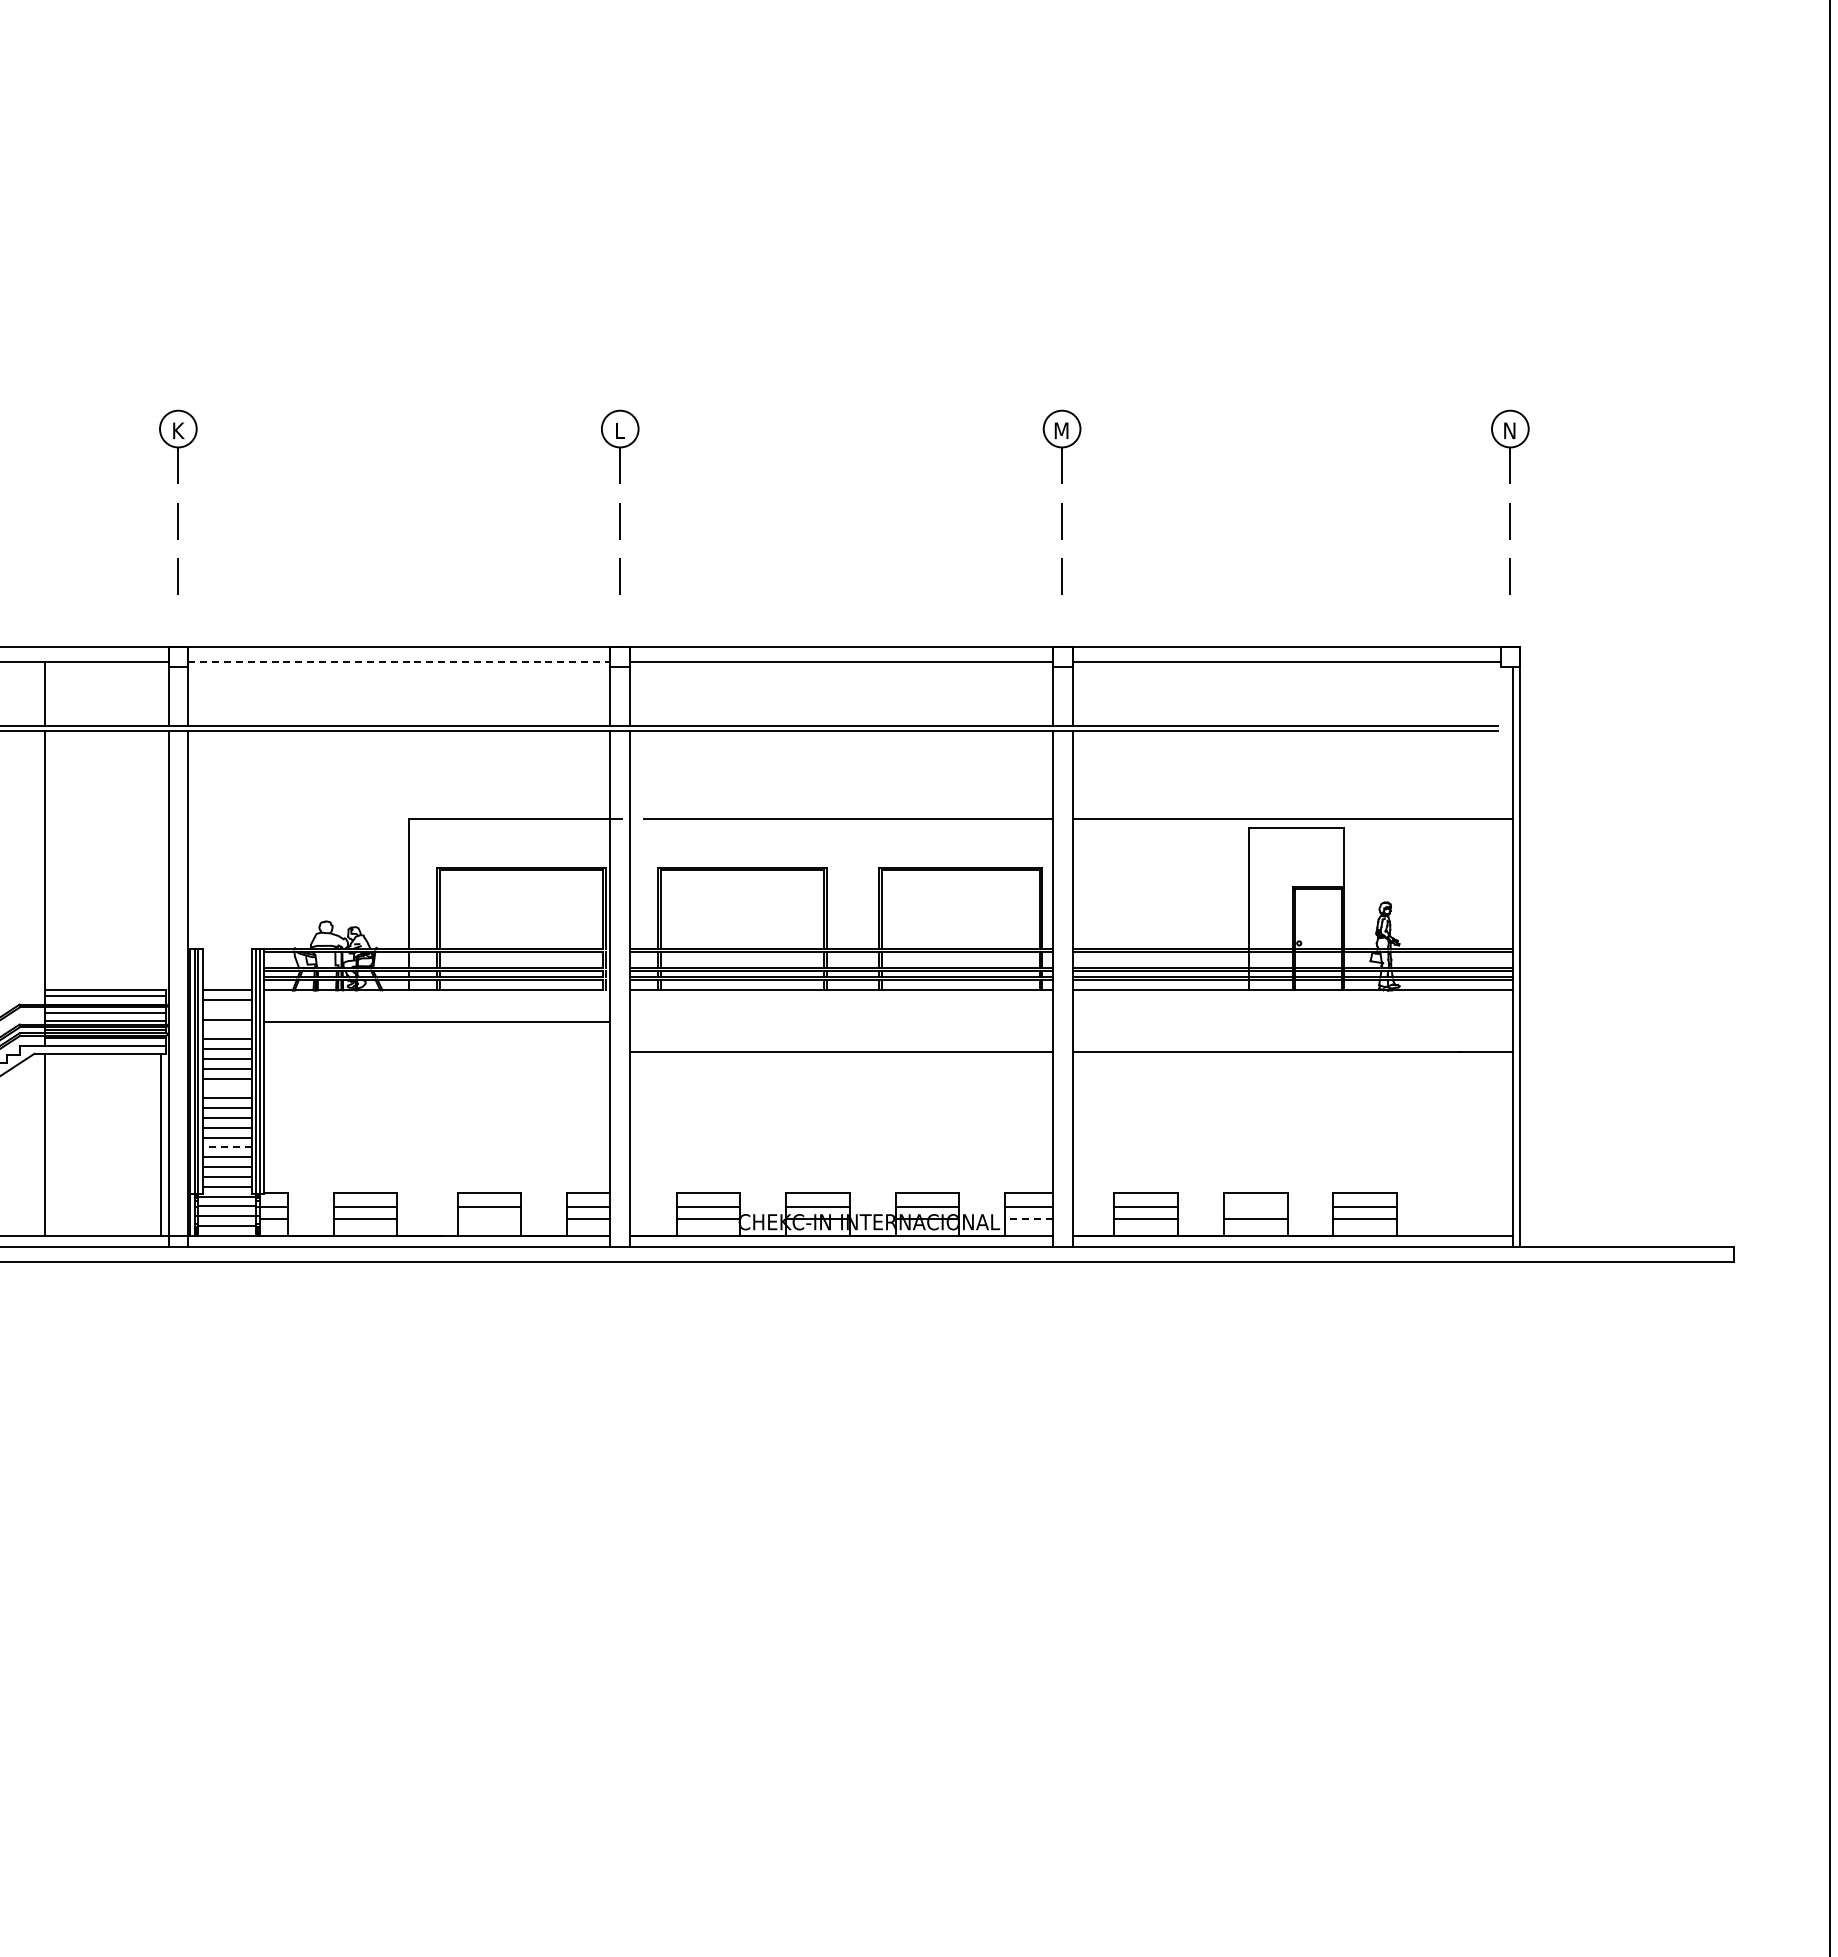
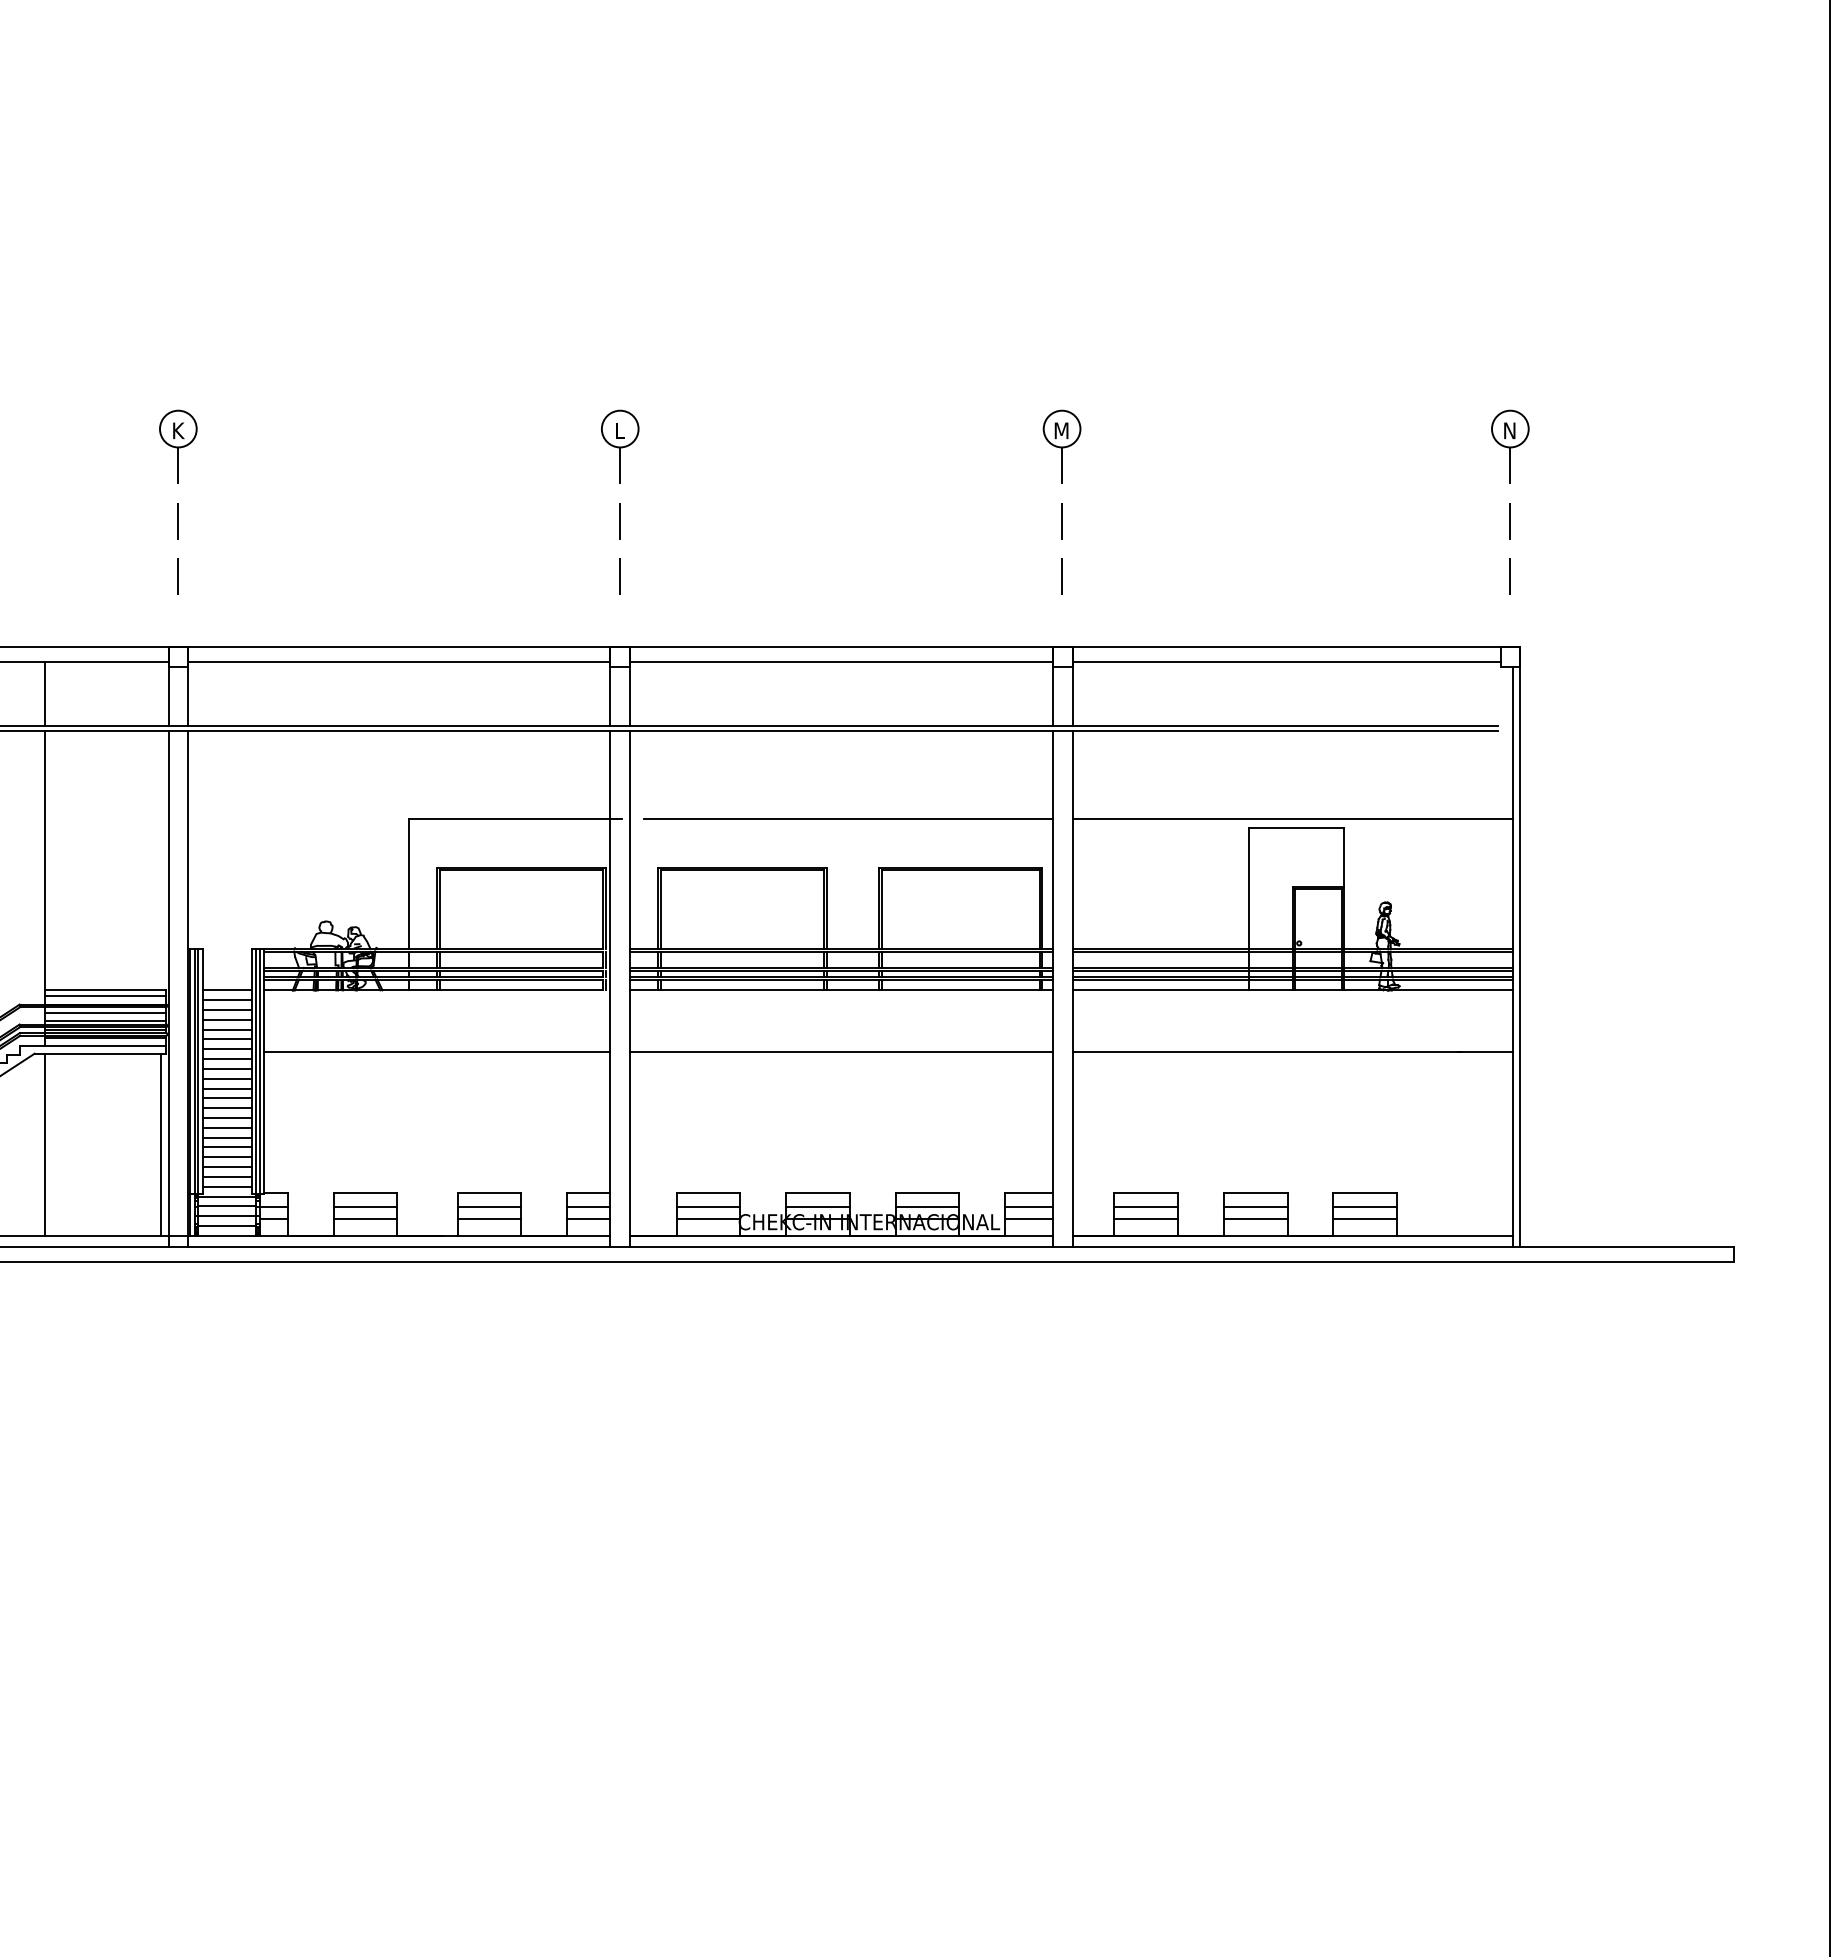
line at (399, 661): dashed -> solid
line at (226, 1009): none -> present
line at (437, 1021) position: (437, 1021) -> (437, 1051)
line at (226, 1029): none -> present
line at (226, 1088): none -> present
line at (227, 1147): dashed -> solid
line at (1255, 1207): none -> present
line at (489, 1219): none -> present
line at (1028, 1219): dashed -> solid
